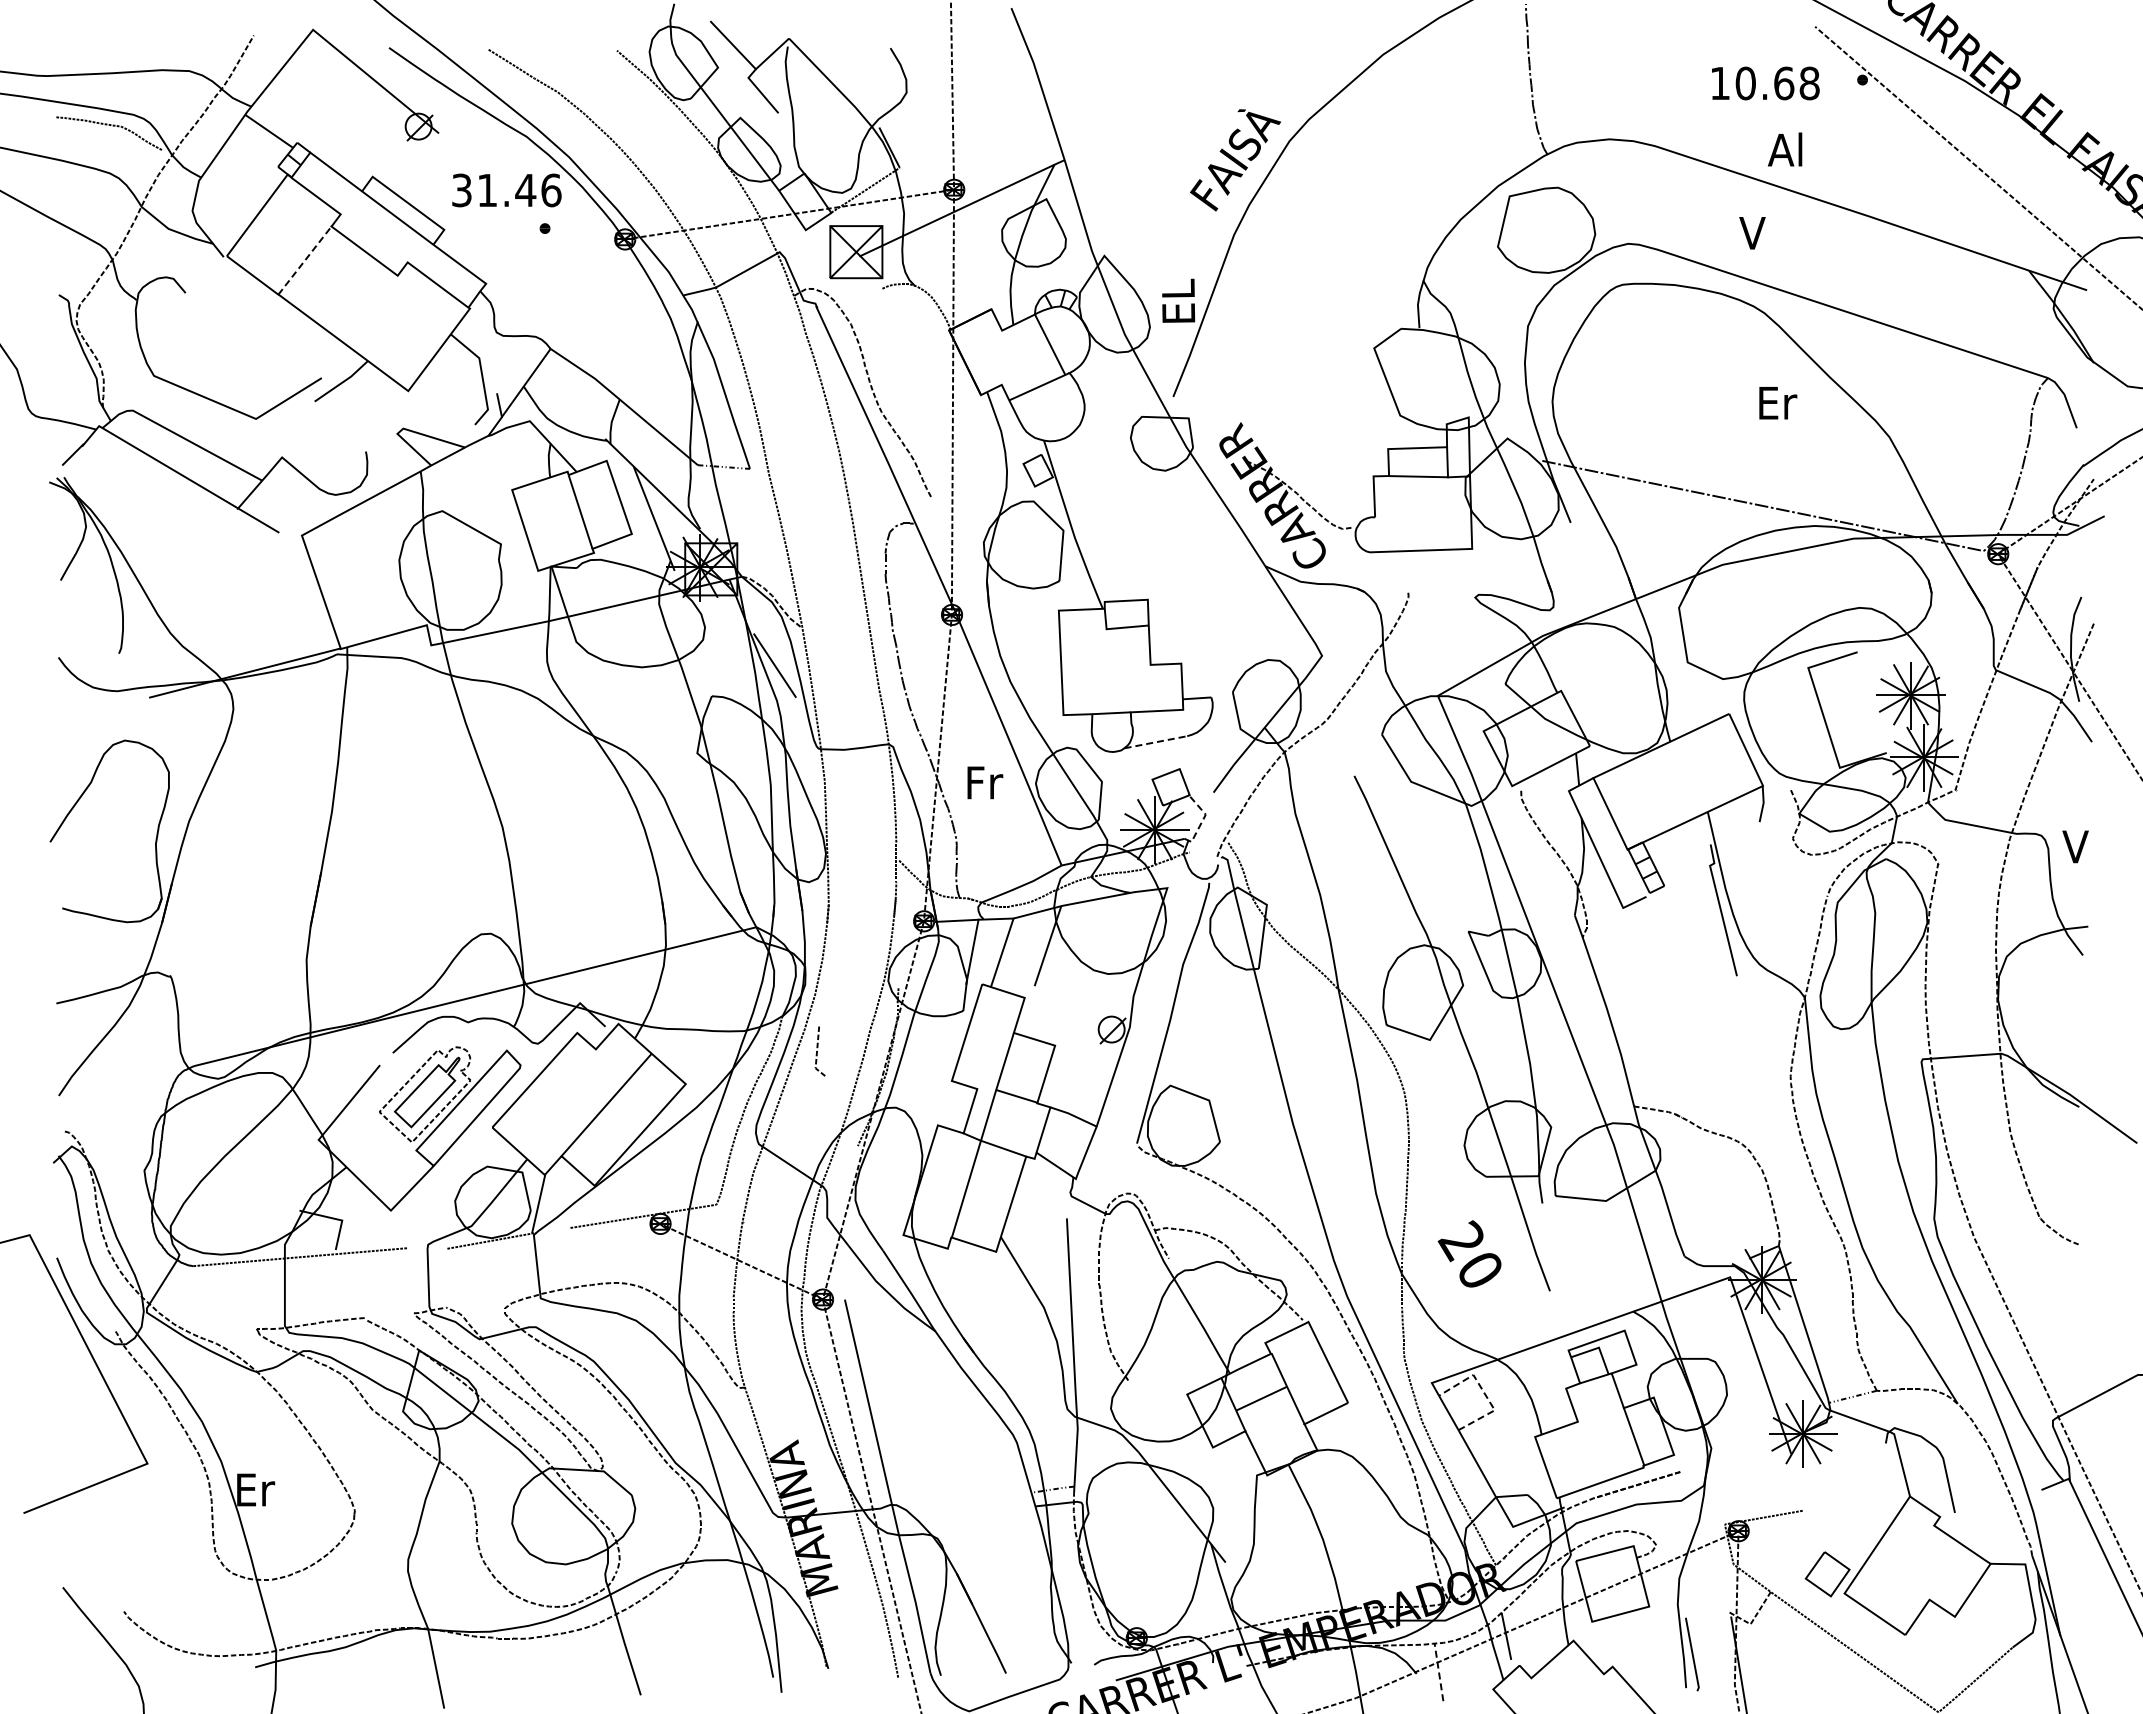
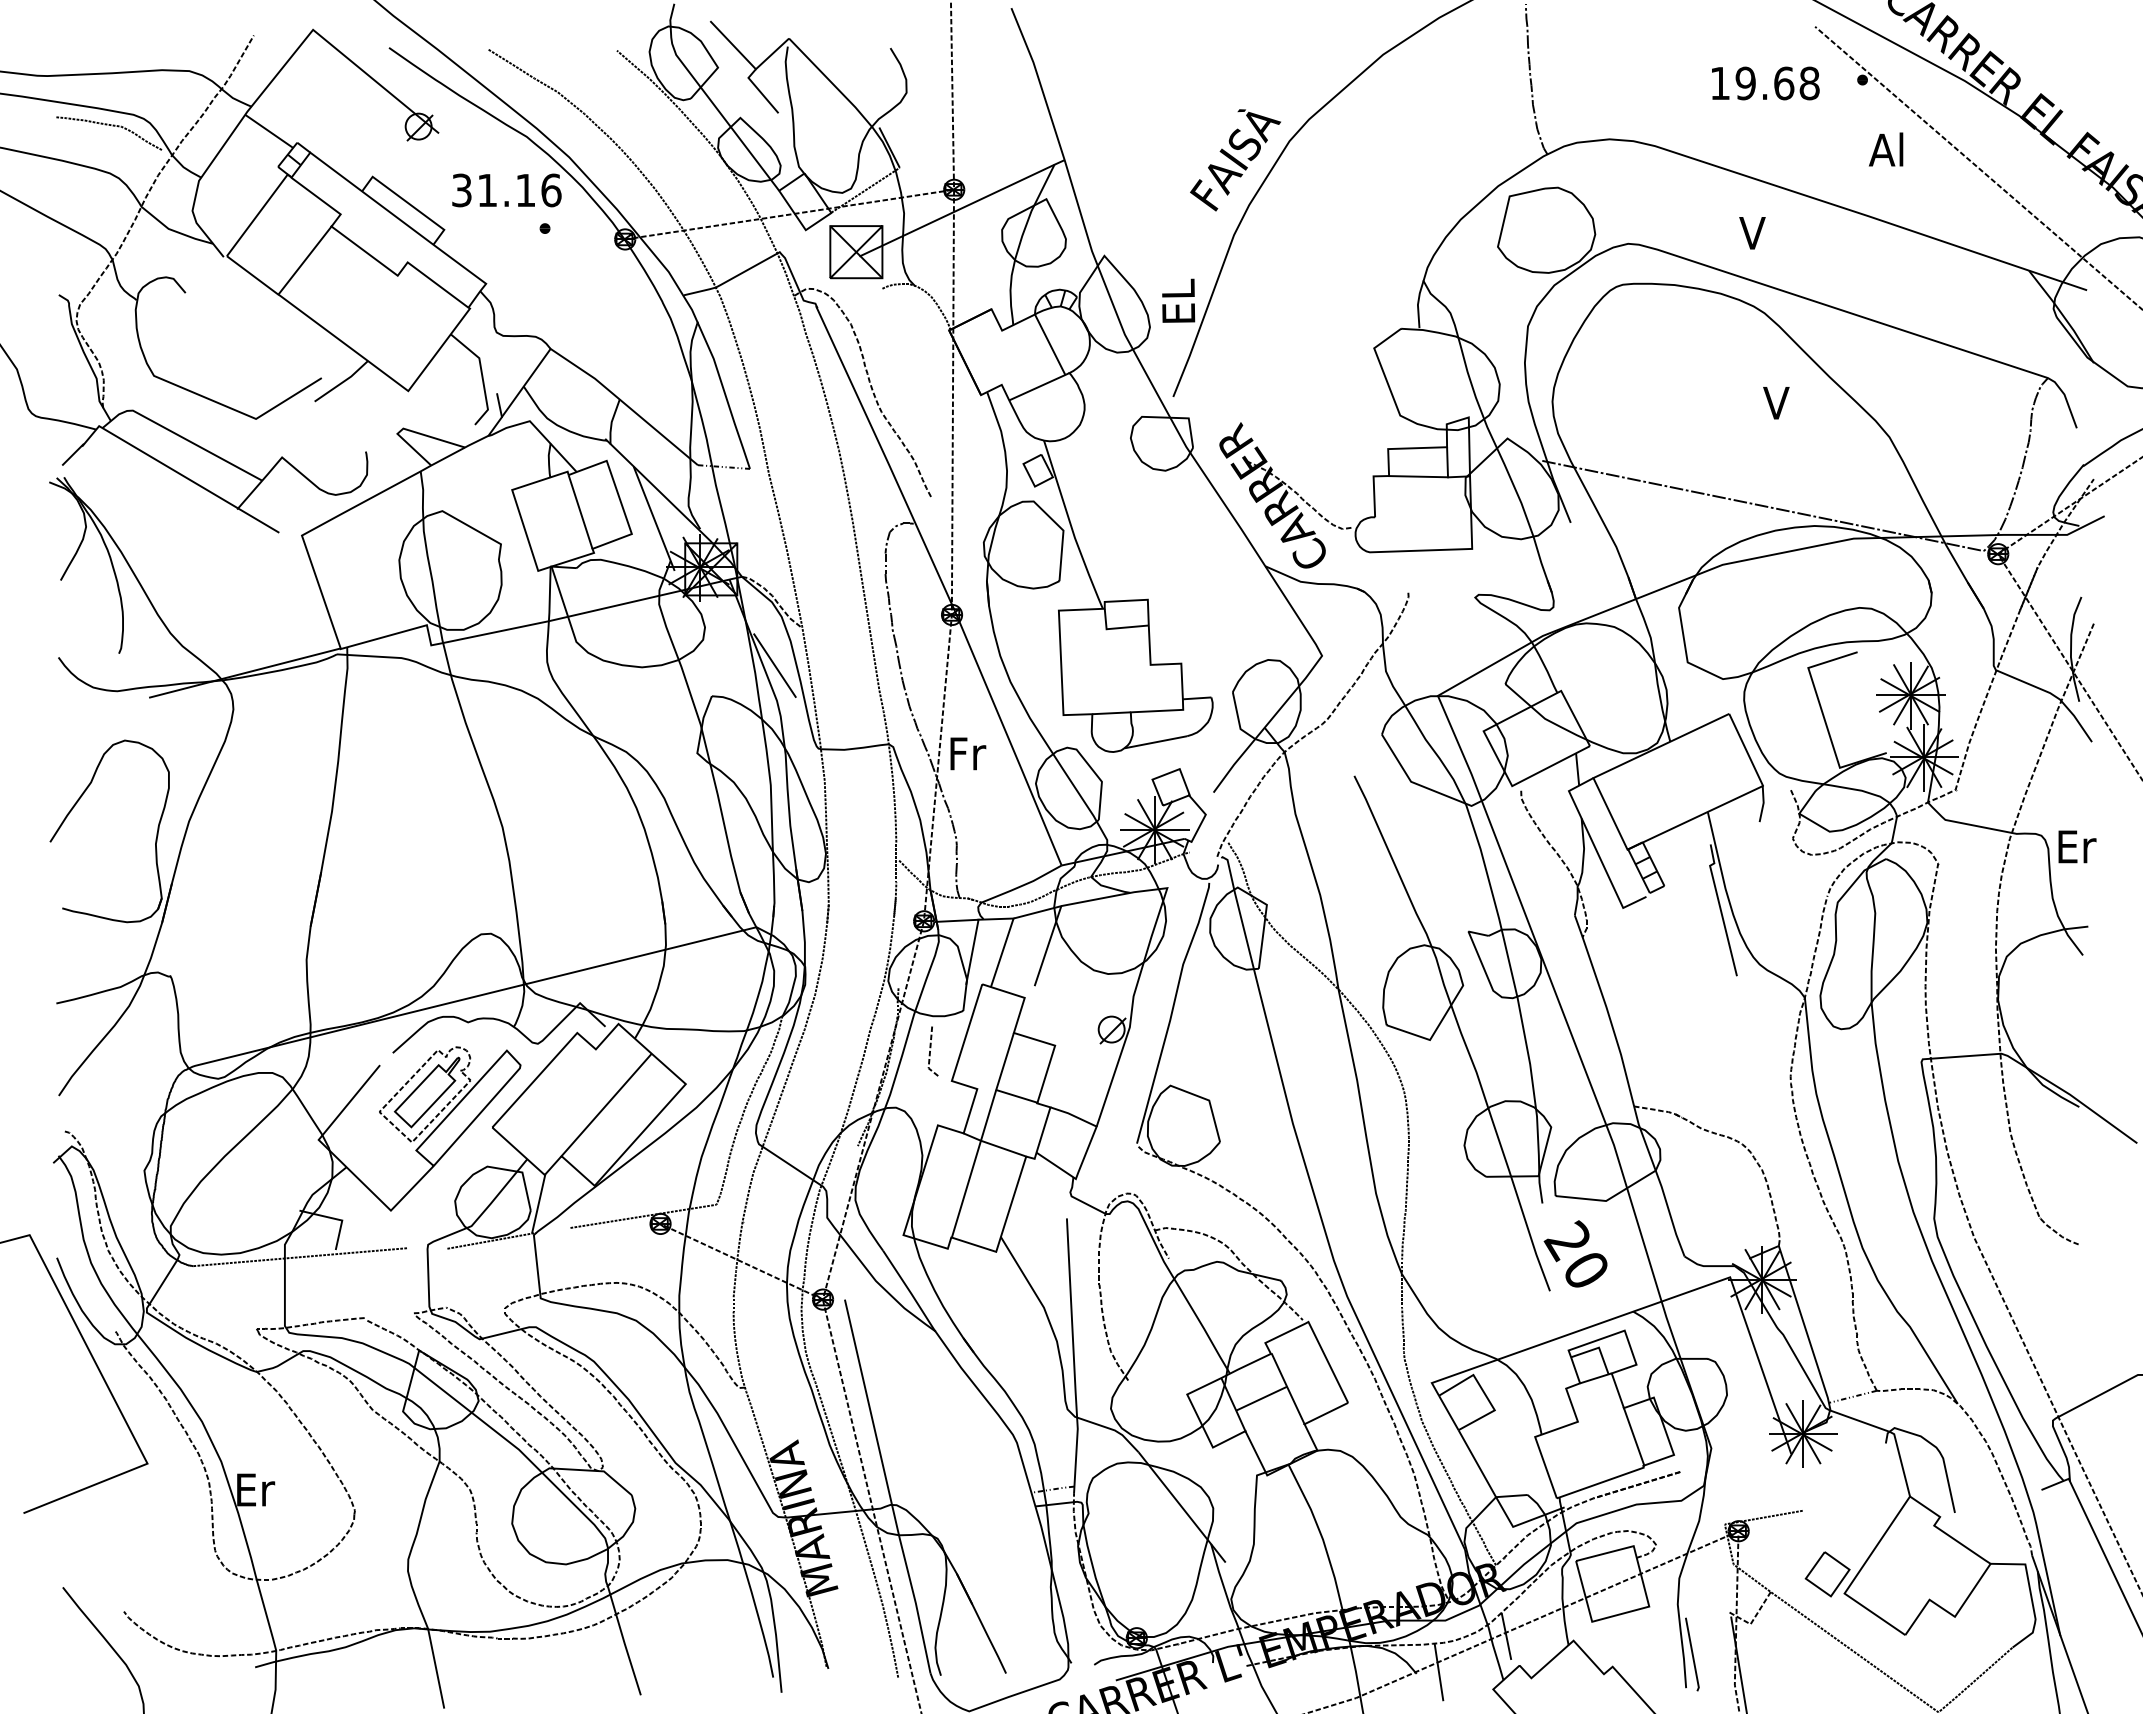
text at (1745, 83): 10.68 -> 19.68
text at (1785, 149) position: (1785, 149) -> (1886, 149)
text at (525, 190): 31.46 -> 31.16
line at (305, 260): dashed -> solid
text at (1778, 403): Er -> V
line at (1155, 742): dashed -> solid
text at (985, 782) position: (985, 782) -> (968, 753)
line at (1203, 819): dashed -> solid
text at (2077, 846): V -> Er
line at (817, 1051) position: (817, 1051) -> (930, 1051)
text at (1469, 1253) position: (1469, 1253) -> (1575, 1253)
line at (1484, 1392): dashed -> solid
line at (1438, 1672): dashed -> solid
